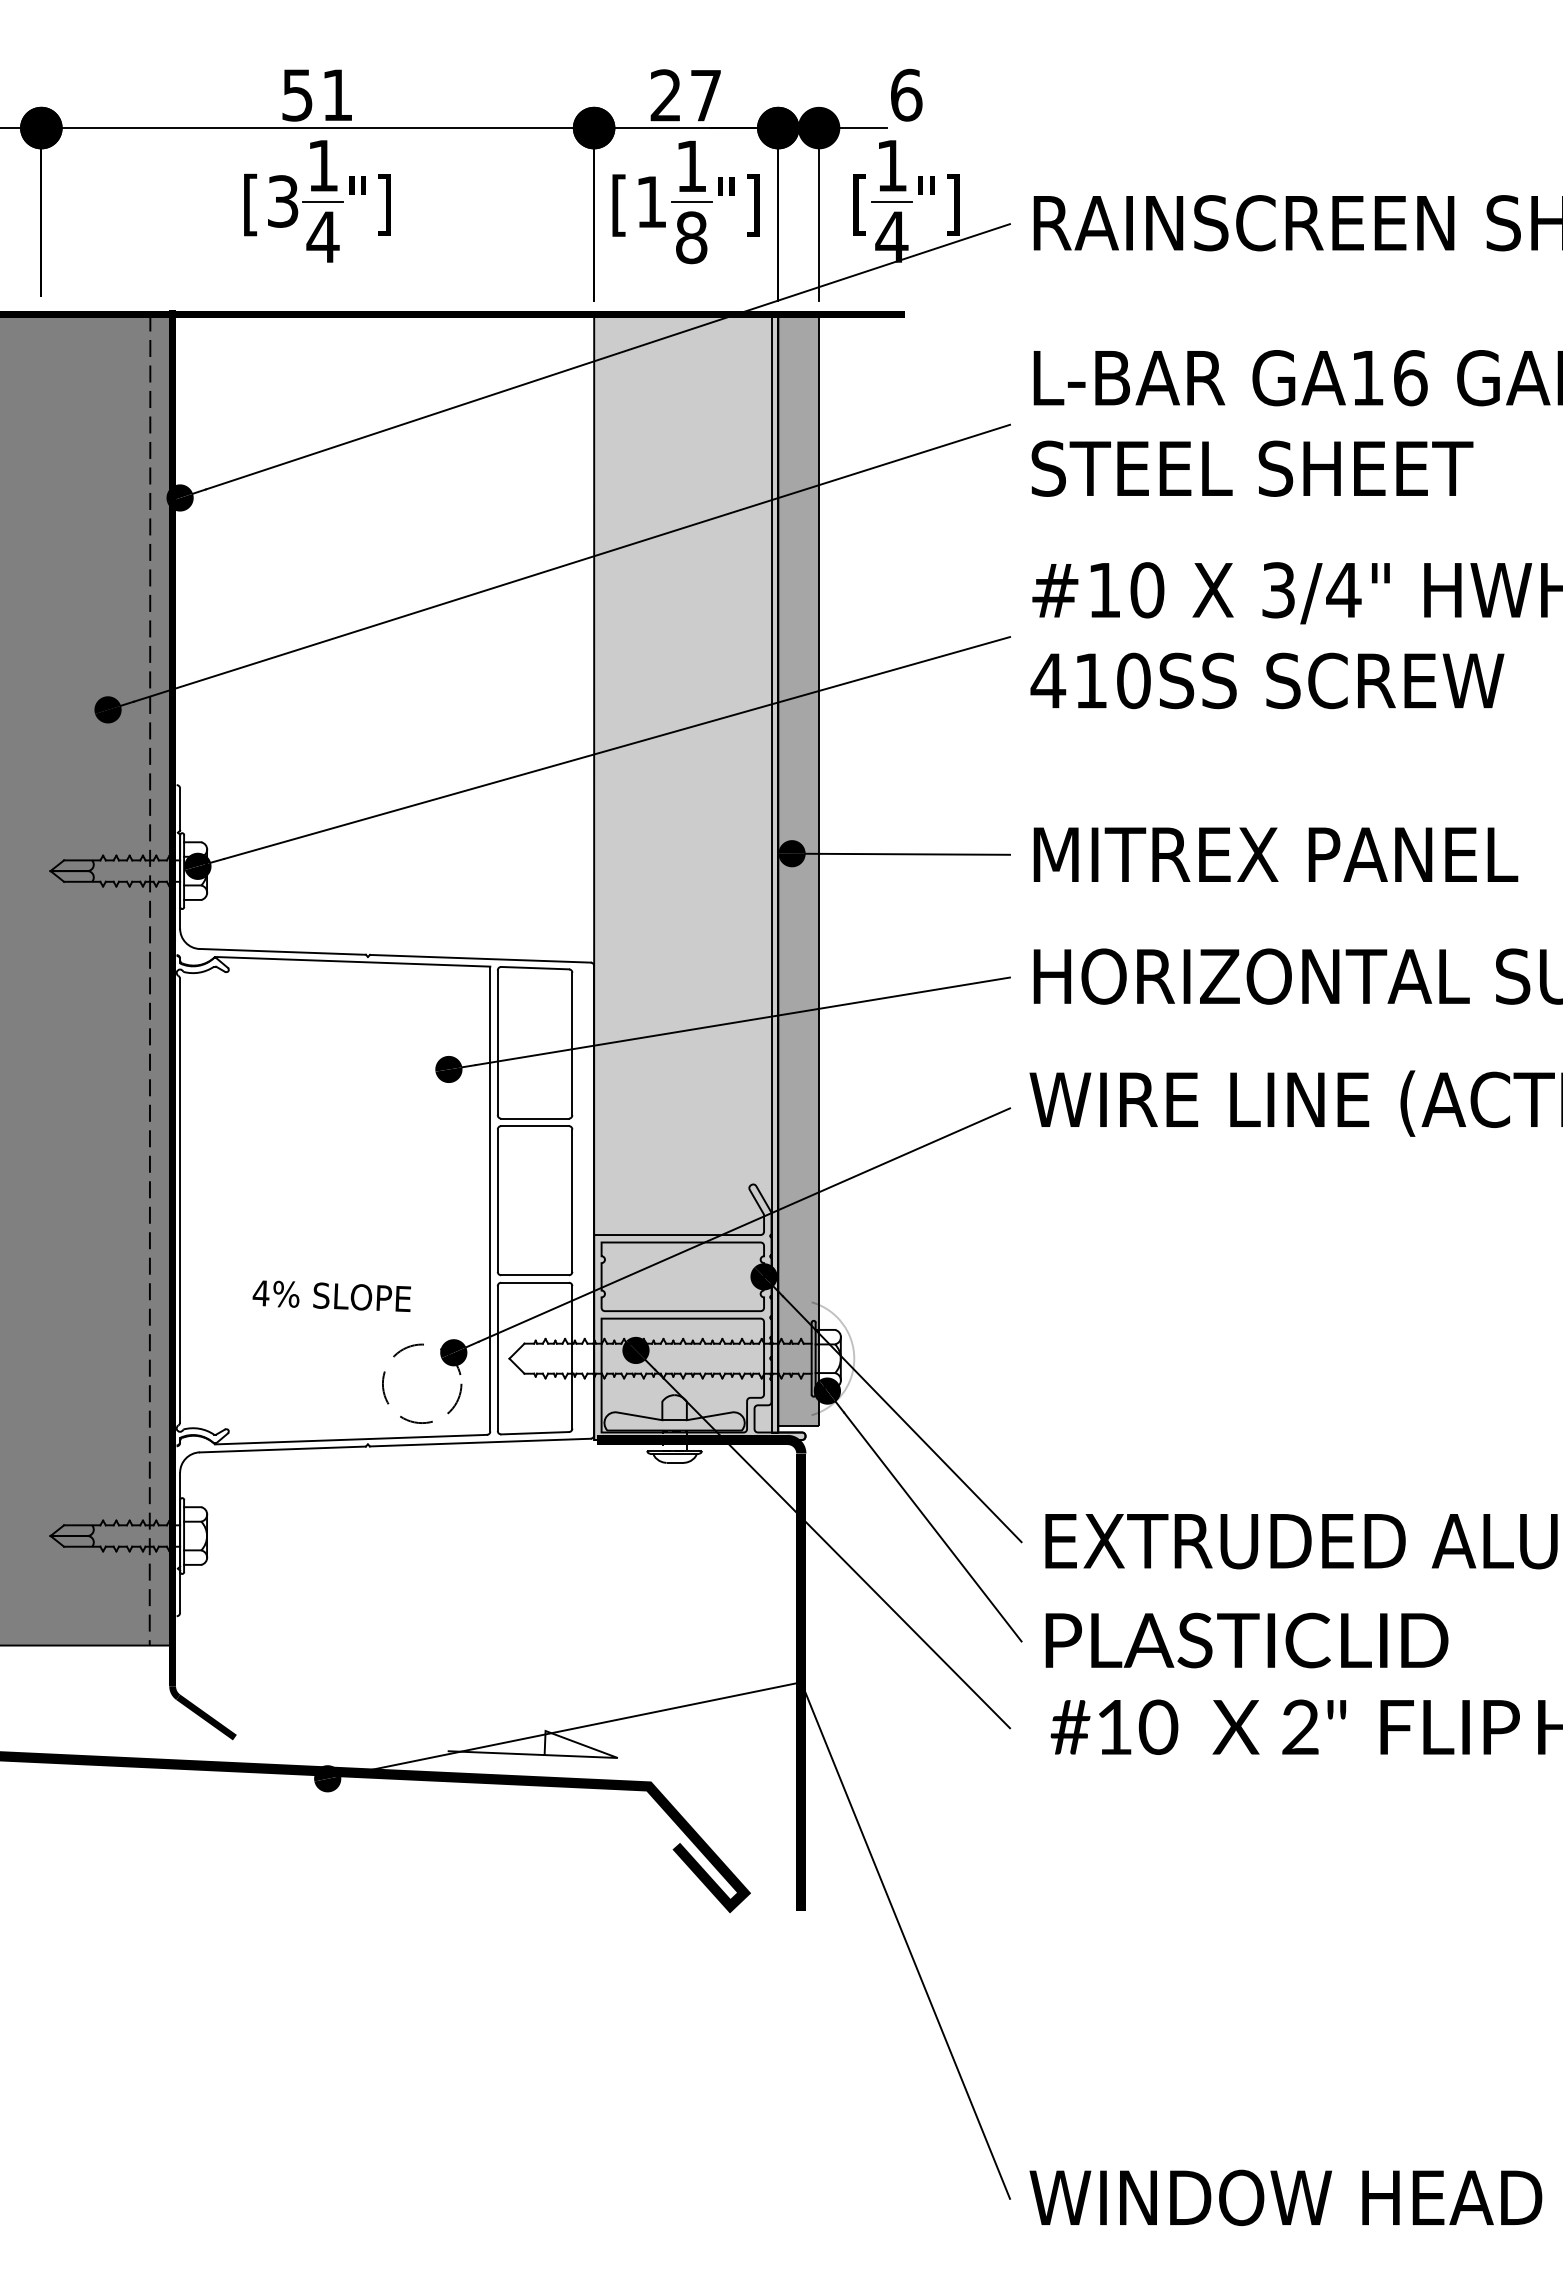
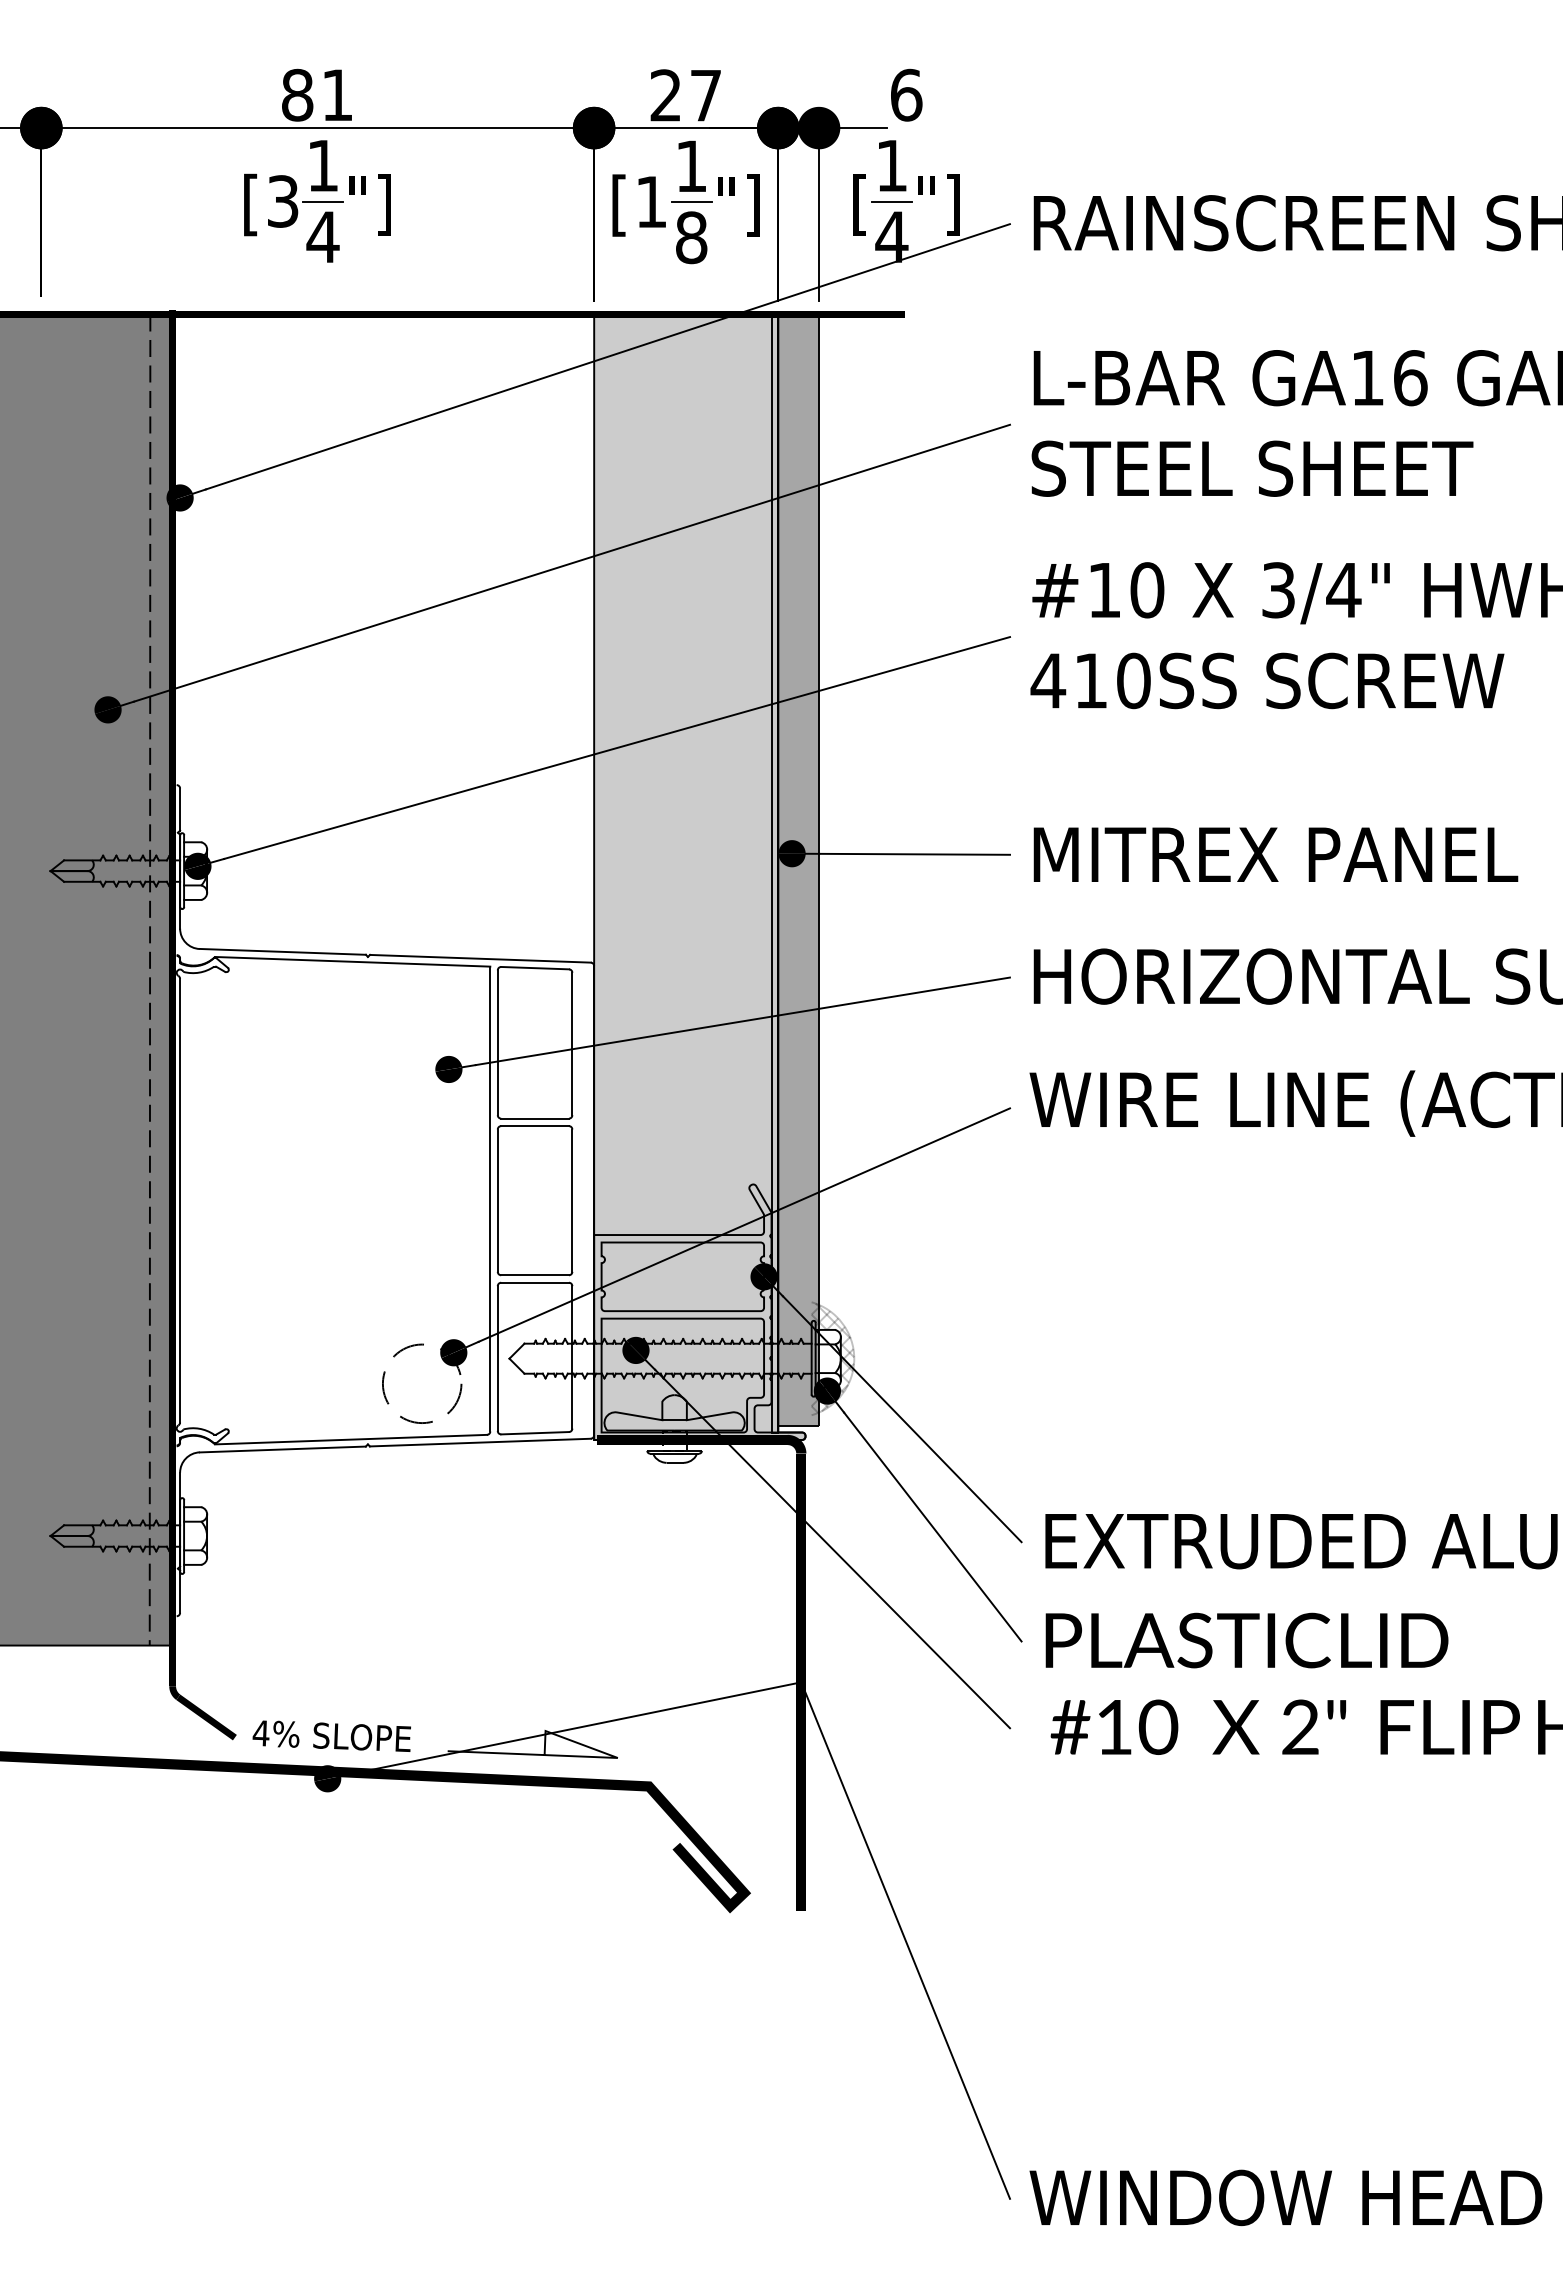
text at (297, 94): 51 -> 81
text at (331, 1295) position: (331, 1295) -> (331, 1735)
hatch at (832, 1357): none -> present
